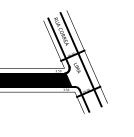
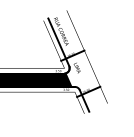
line at (80, 59): present -> none
